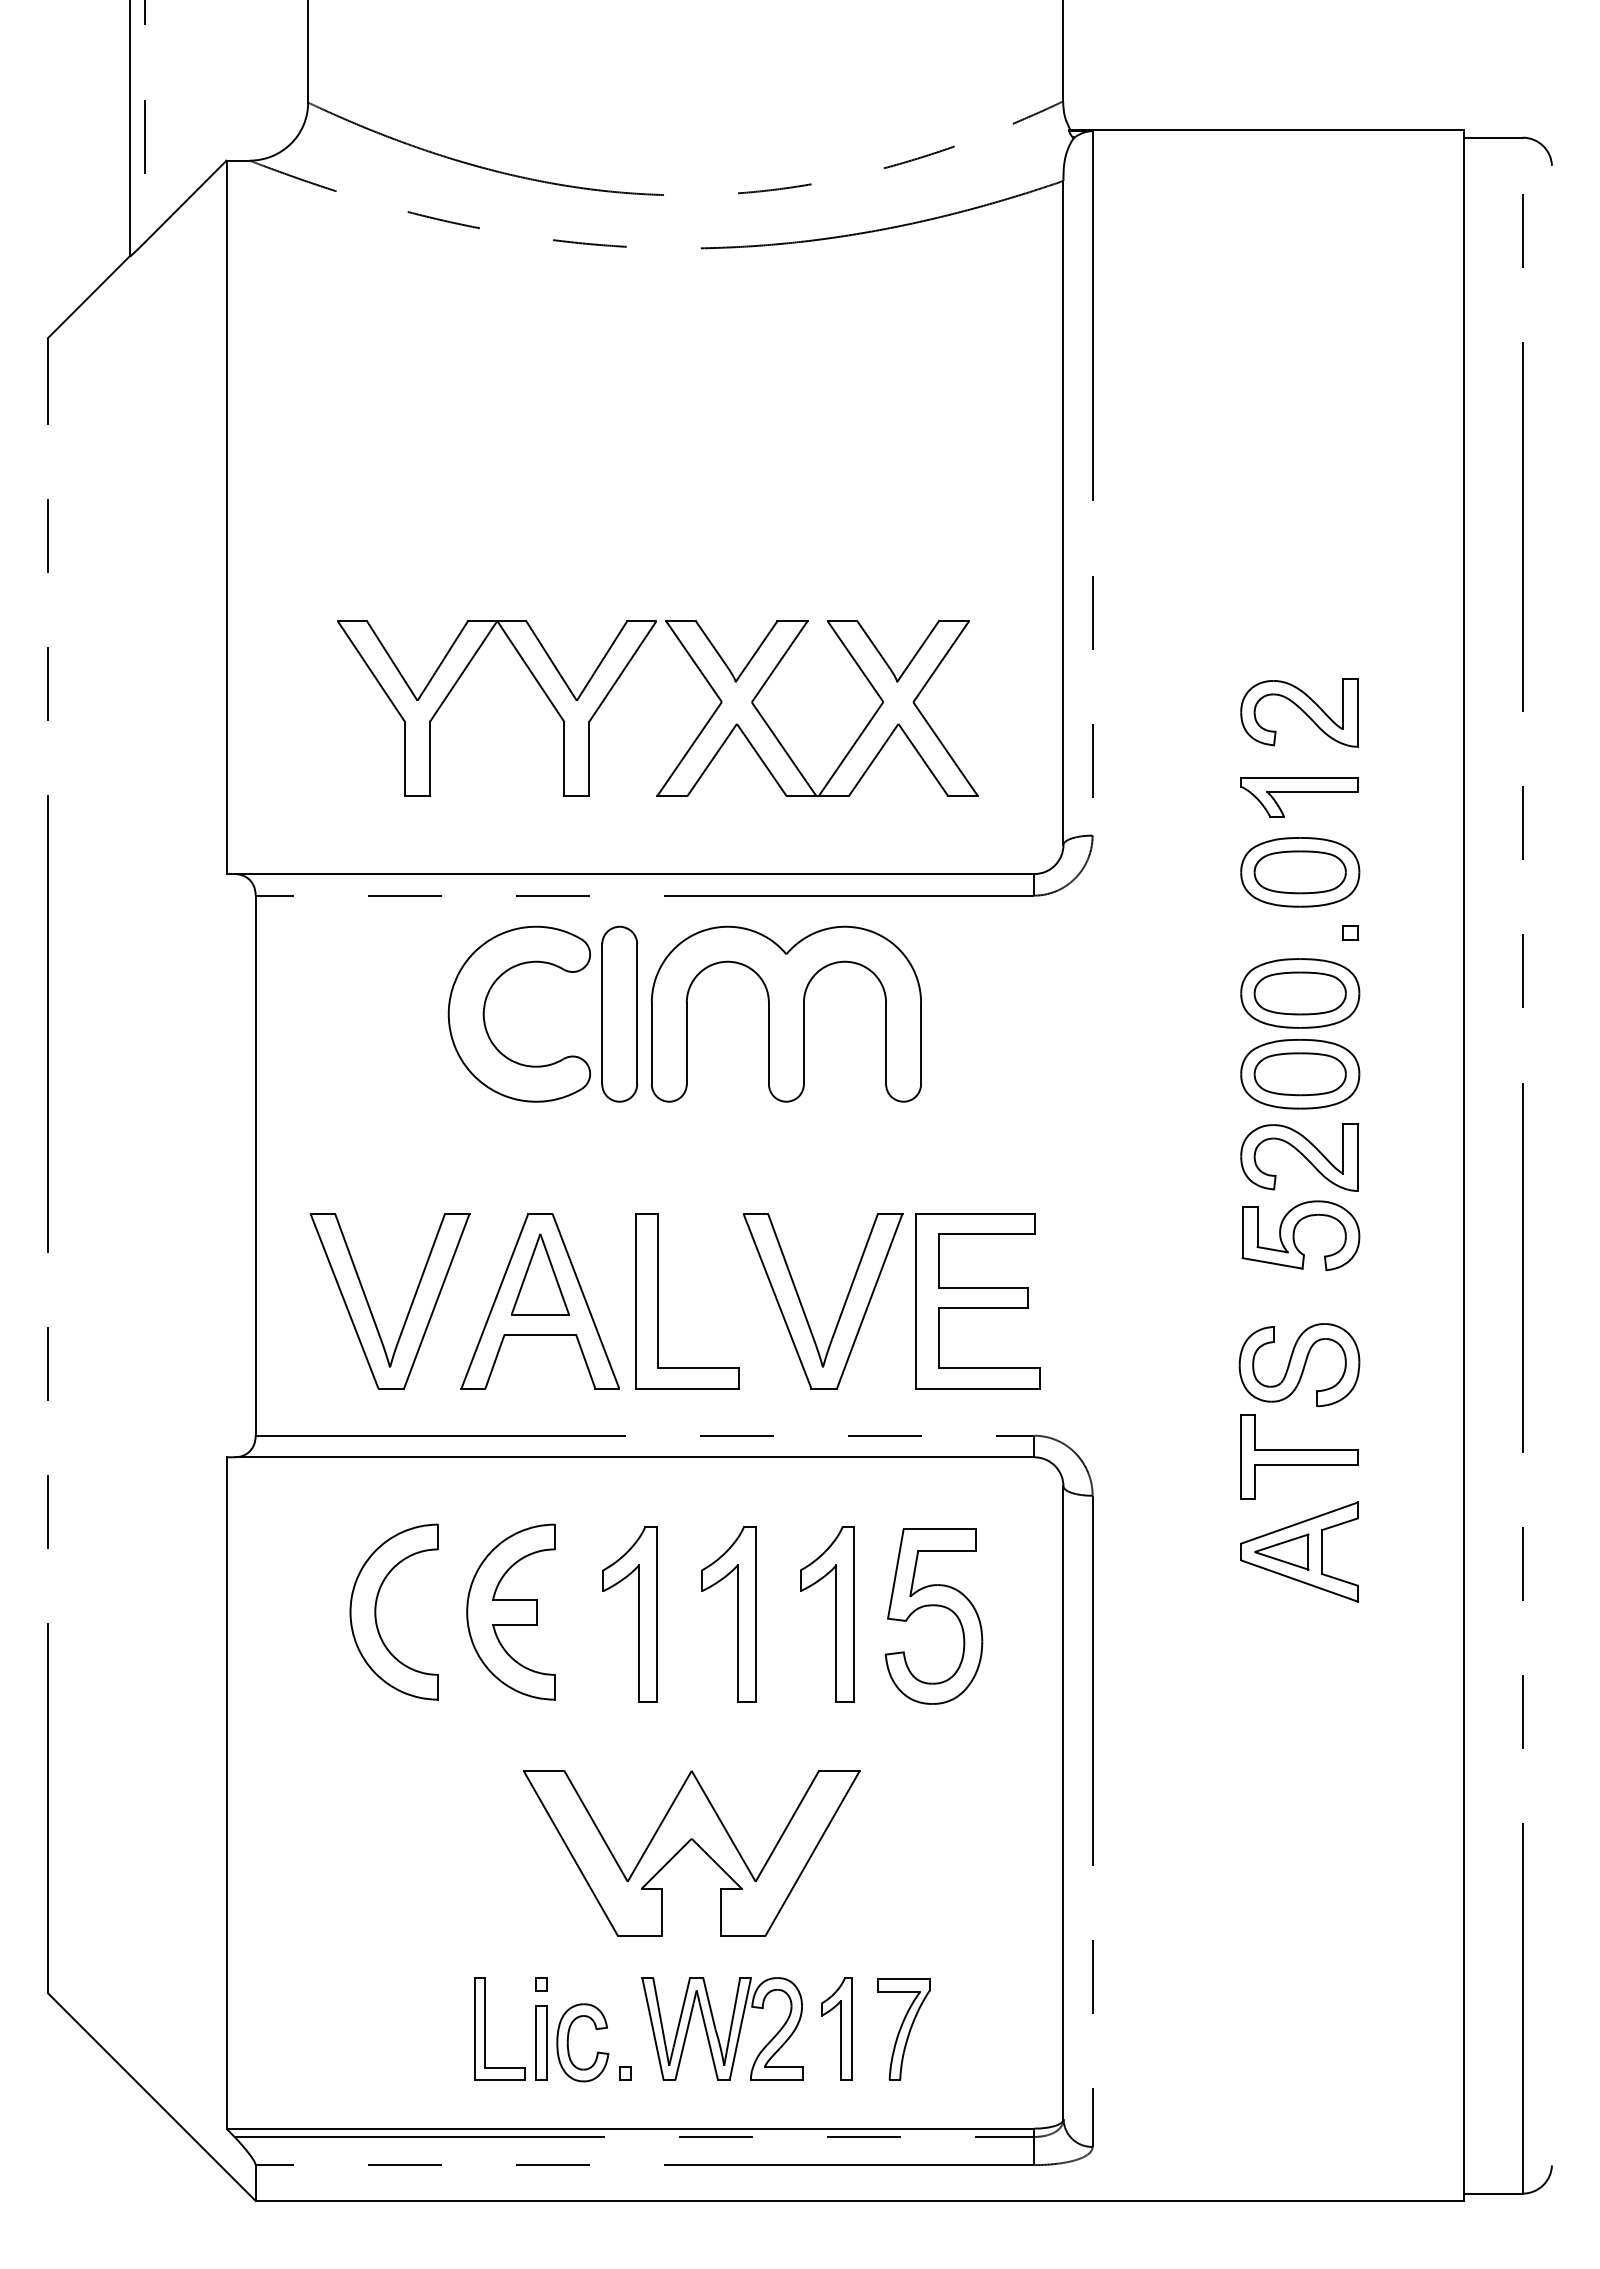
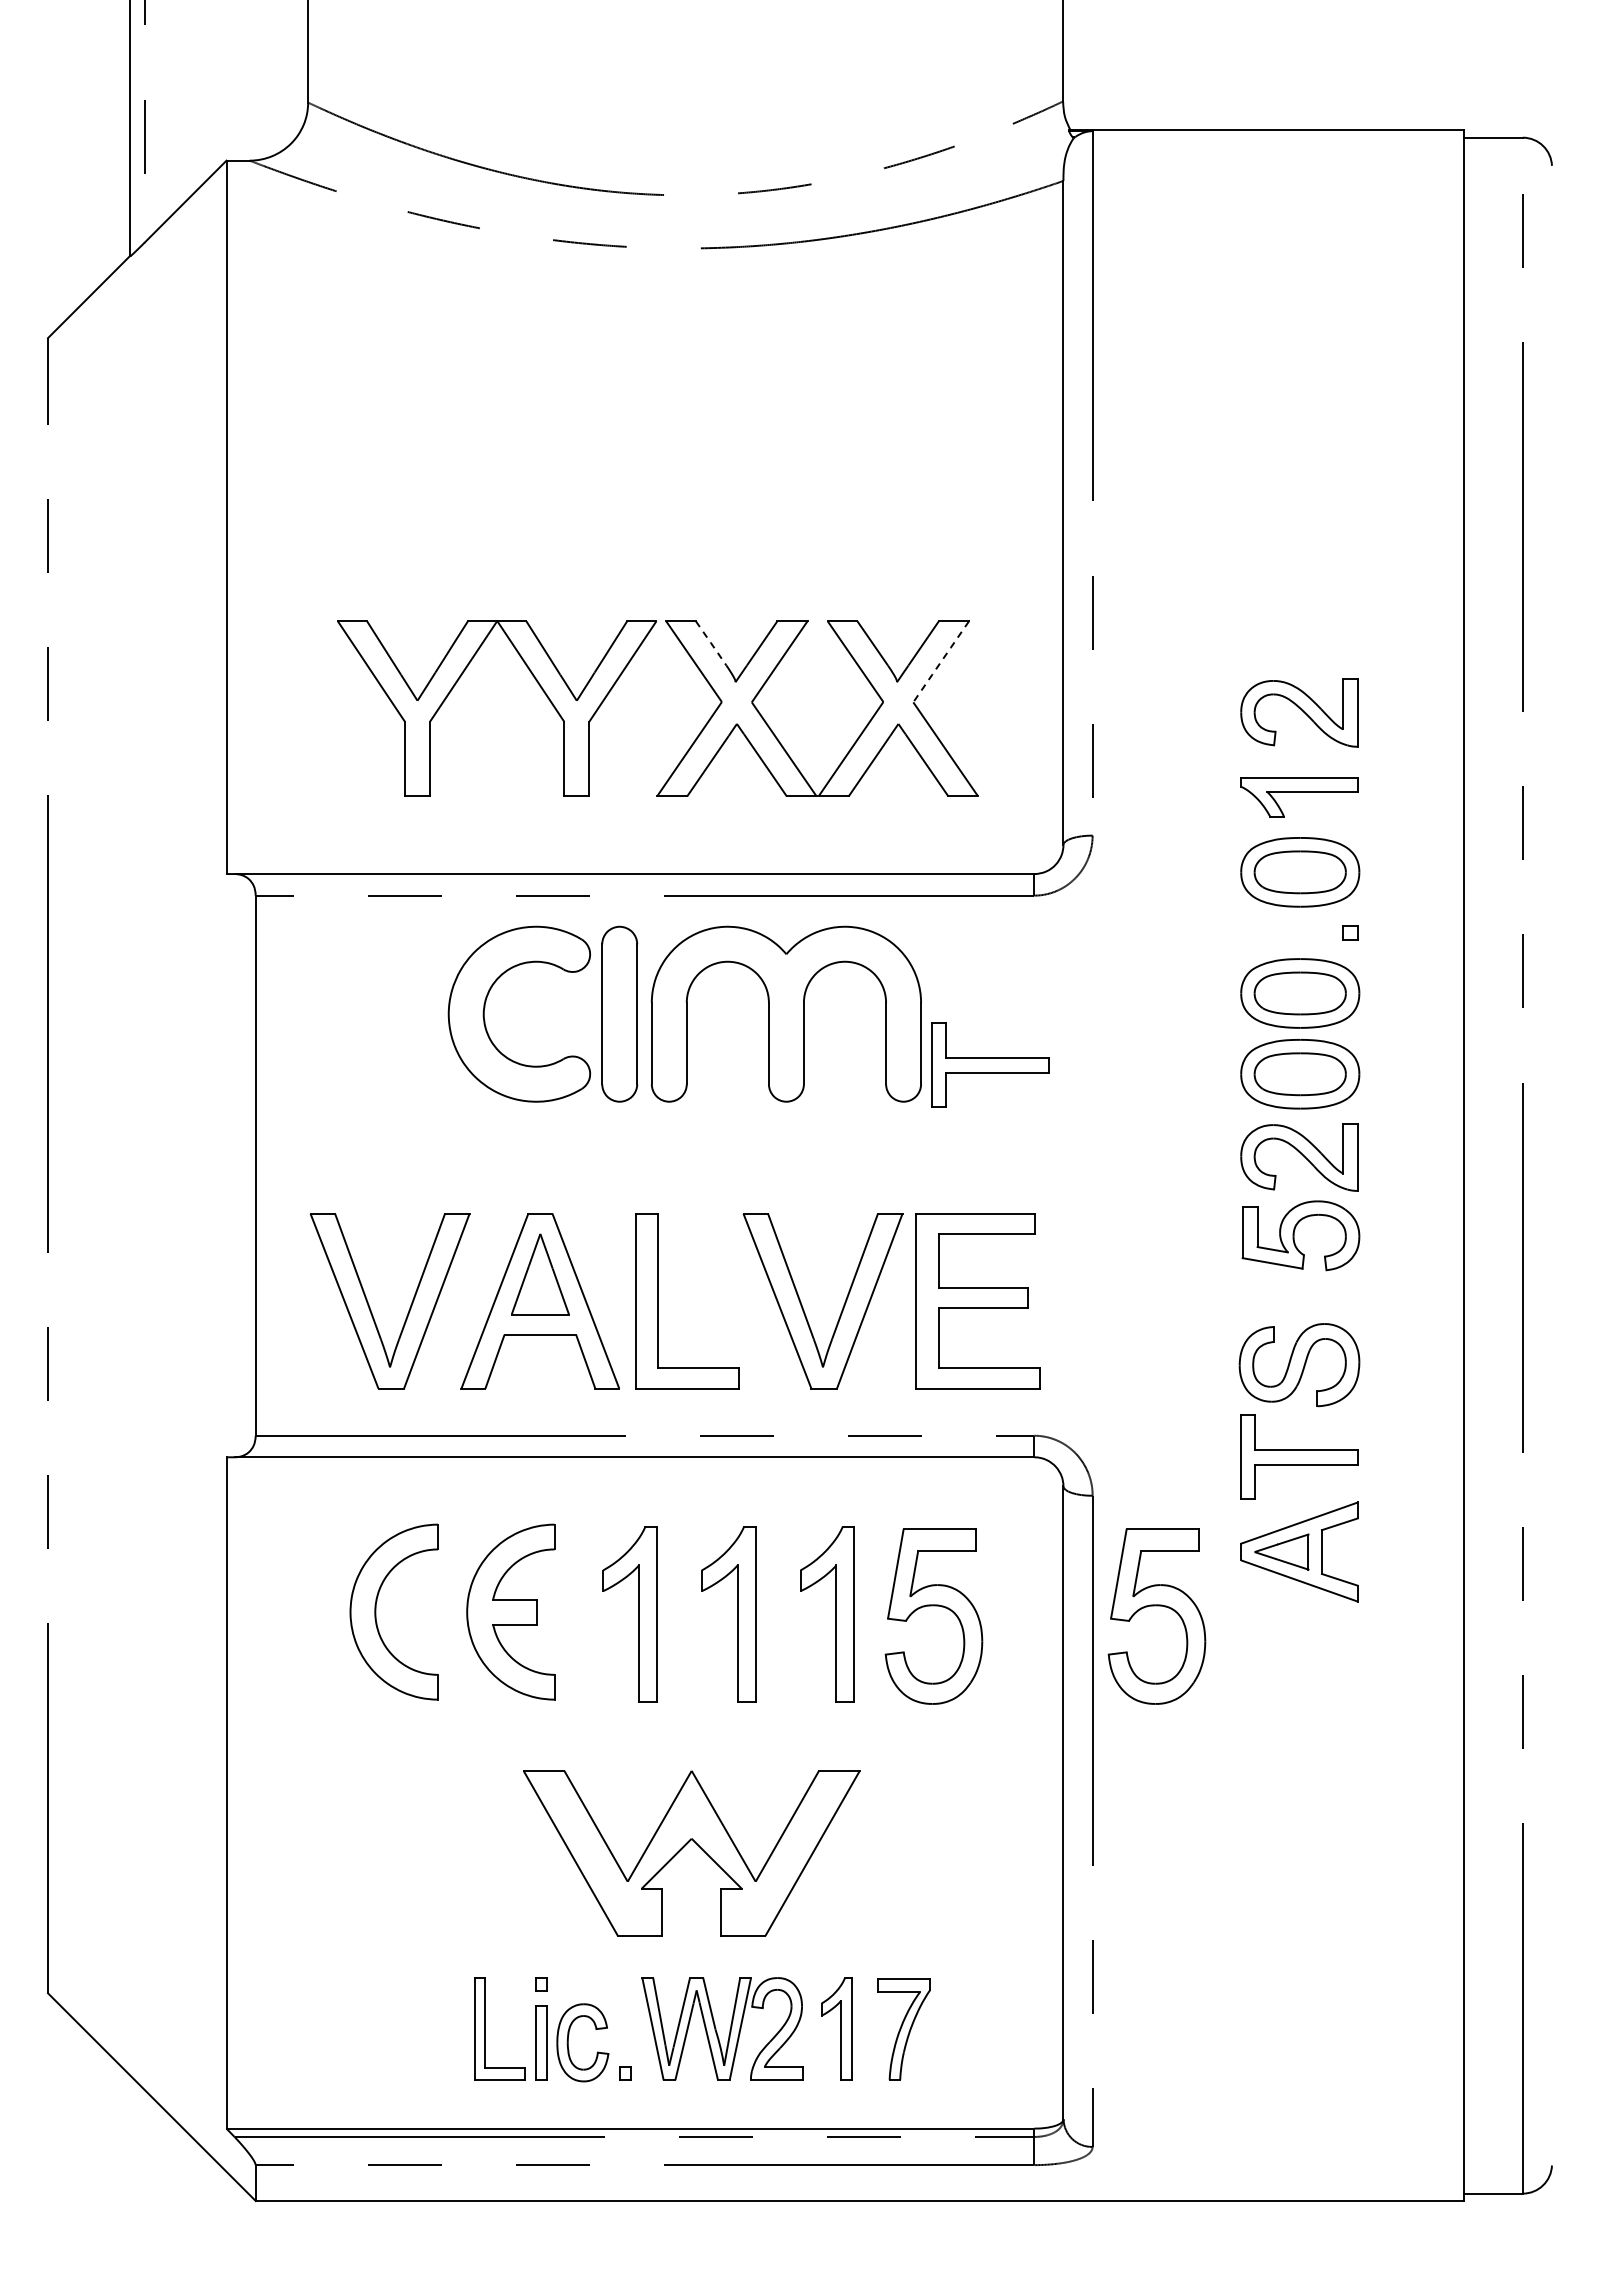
line at (711, 643): solid -> dashed
line at (941, 661): solid -> dashed
part at (990, 1064): none -> present
part at (1156, 1606): none -> present
